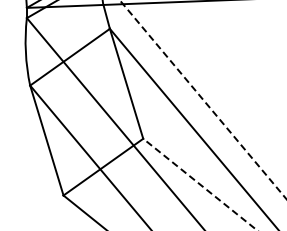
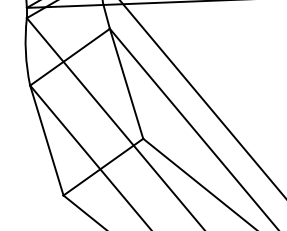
line at (203, 100): dashed -> solid
line at (199, 184): dashed -> solid
